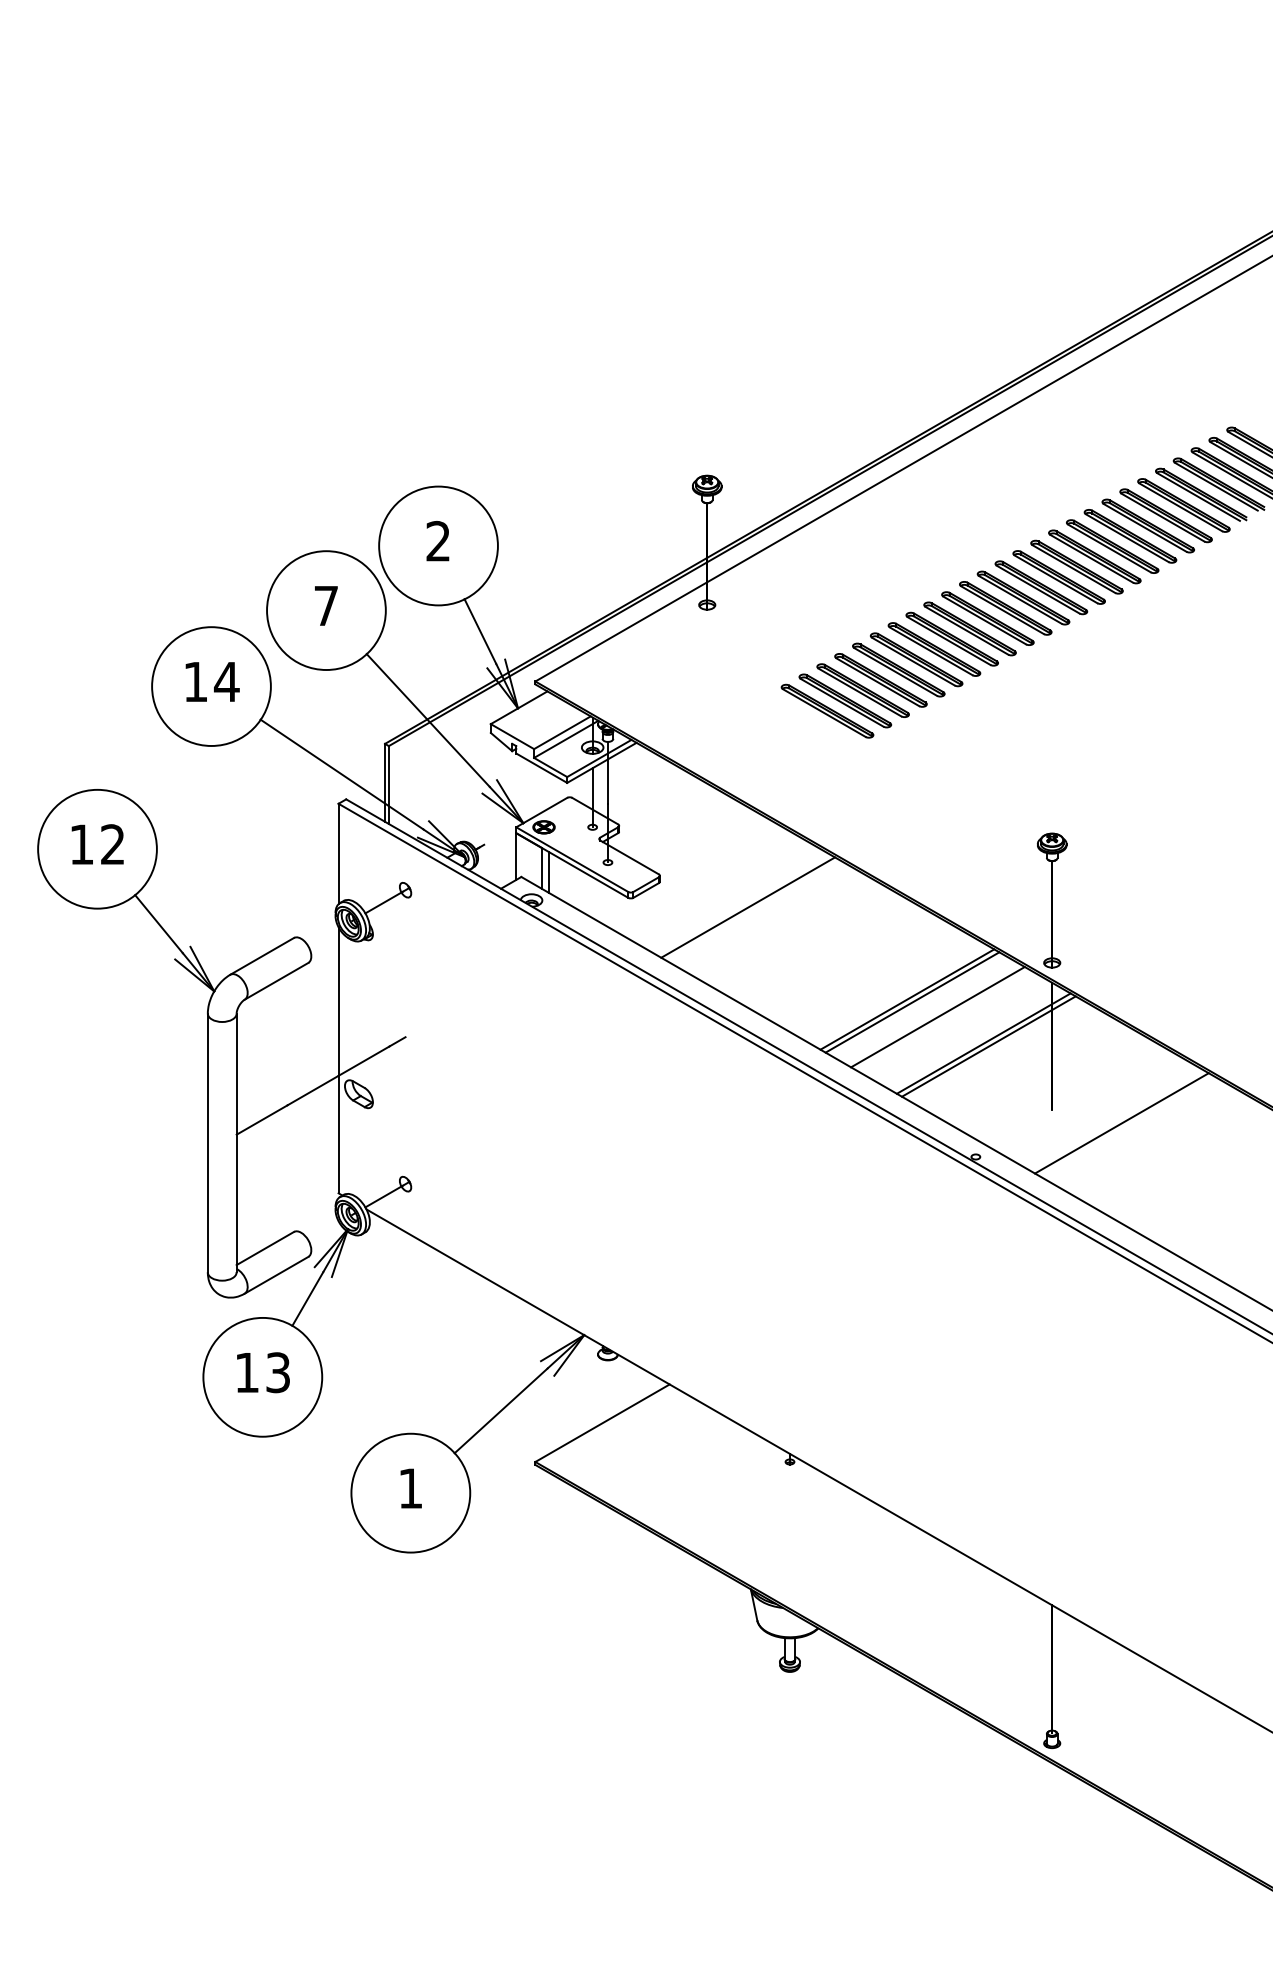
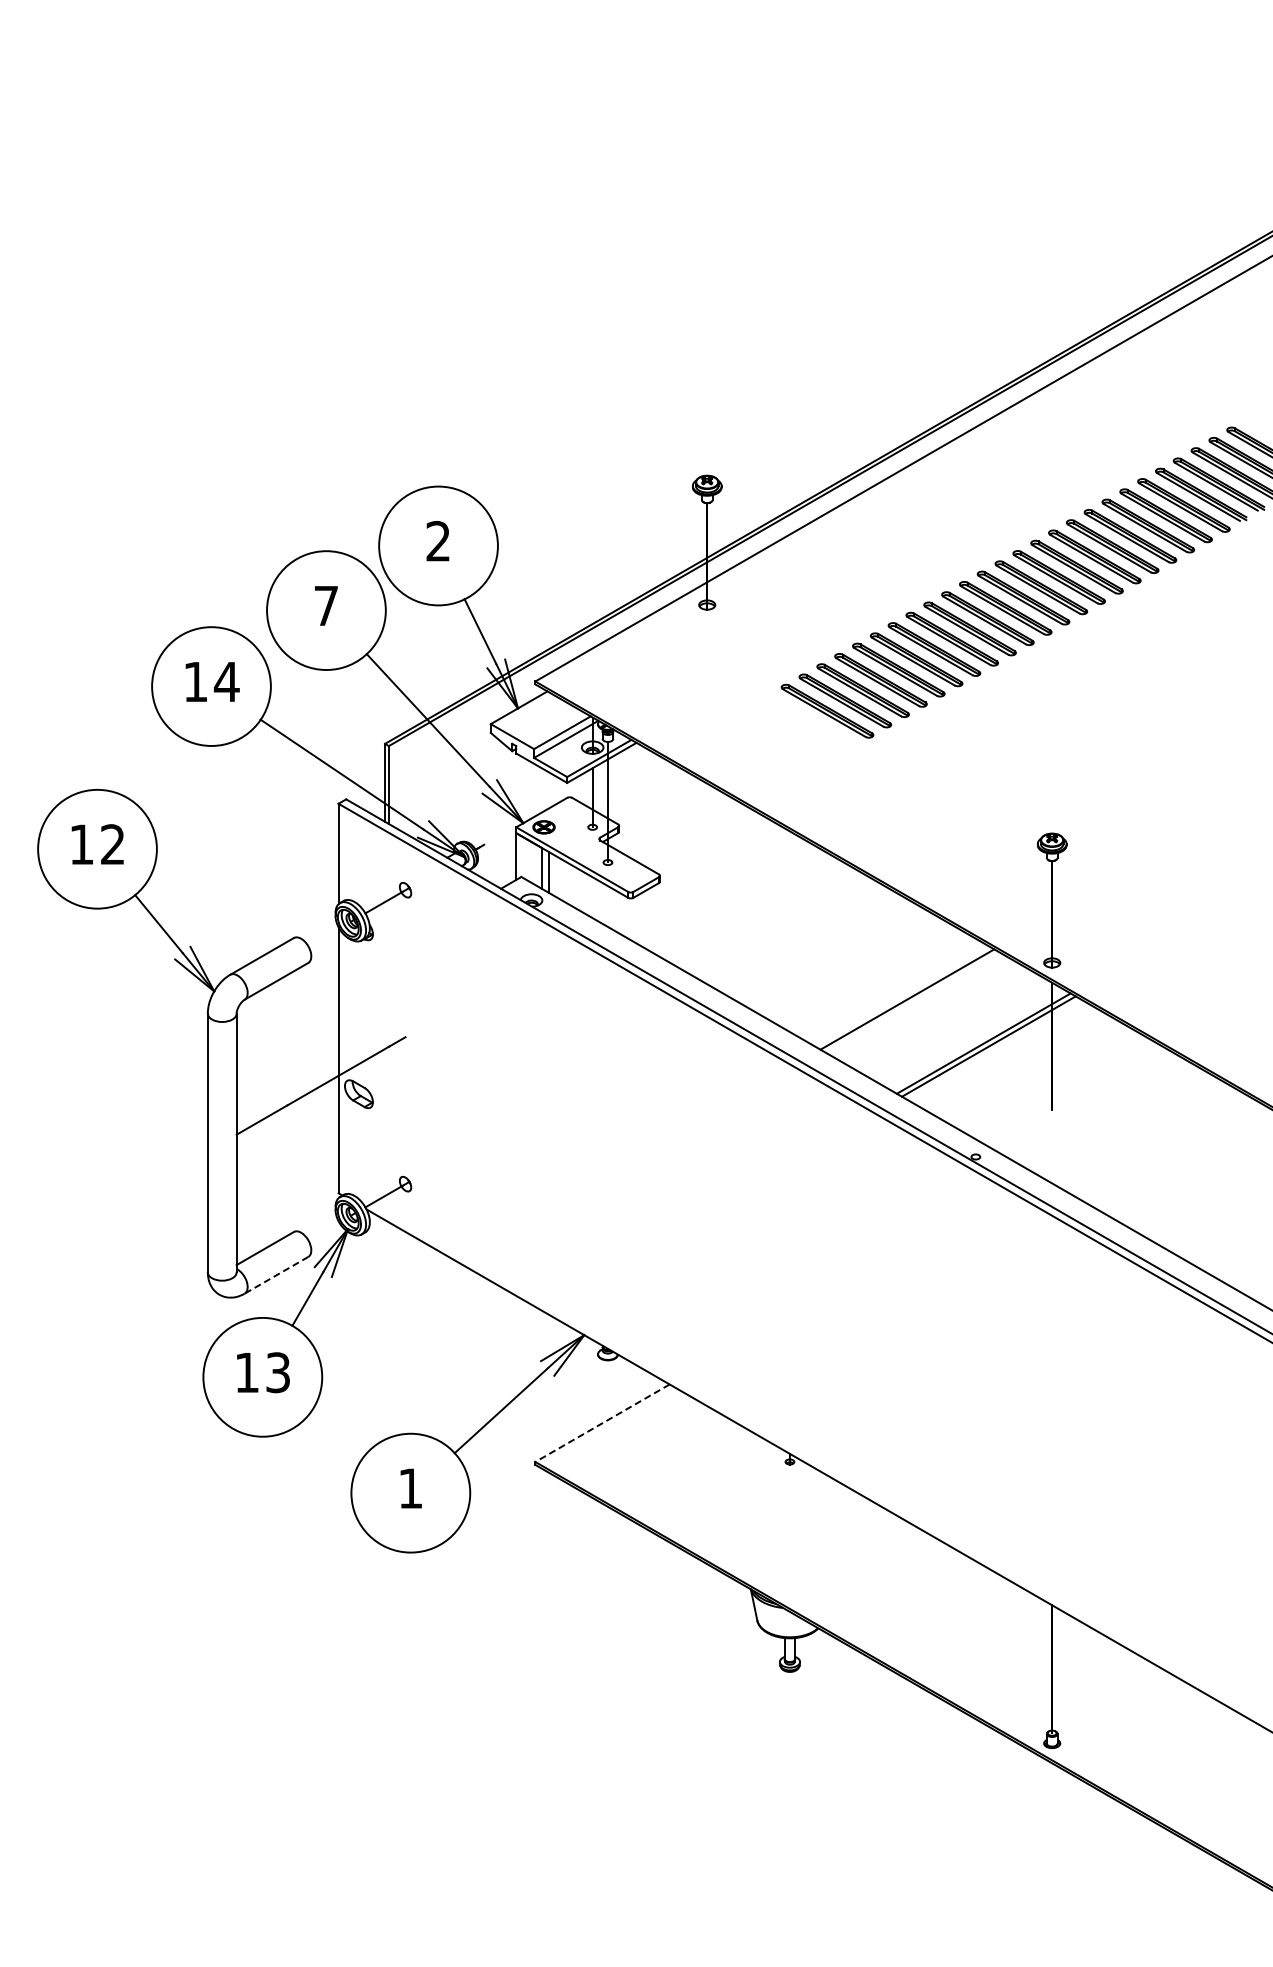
line at (748, 907): present -> none
line at (912, 1002): present -> none
line at (937, 1017): present -> none
line at (1121, 1123): present -> none
line at (276, 1275): solid -> dashed
line at (602, 1423): solid -> dashed
